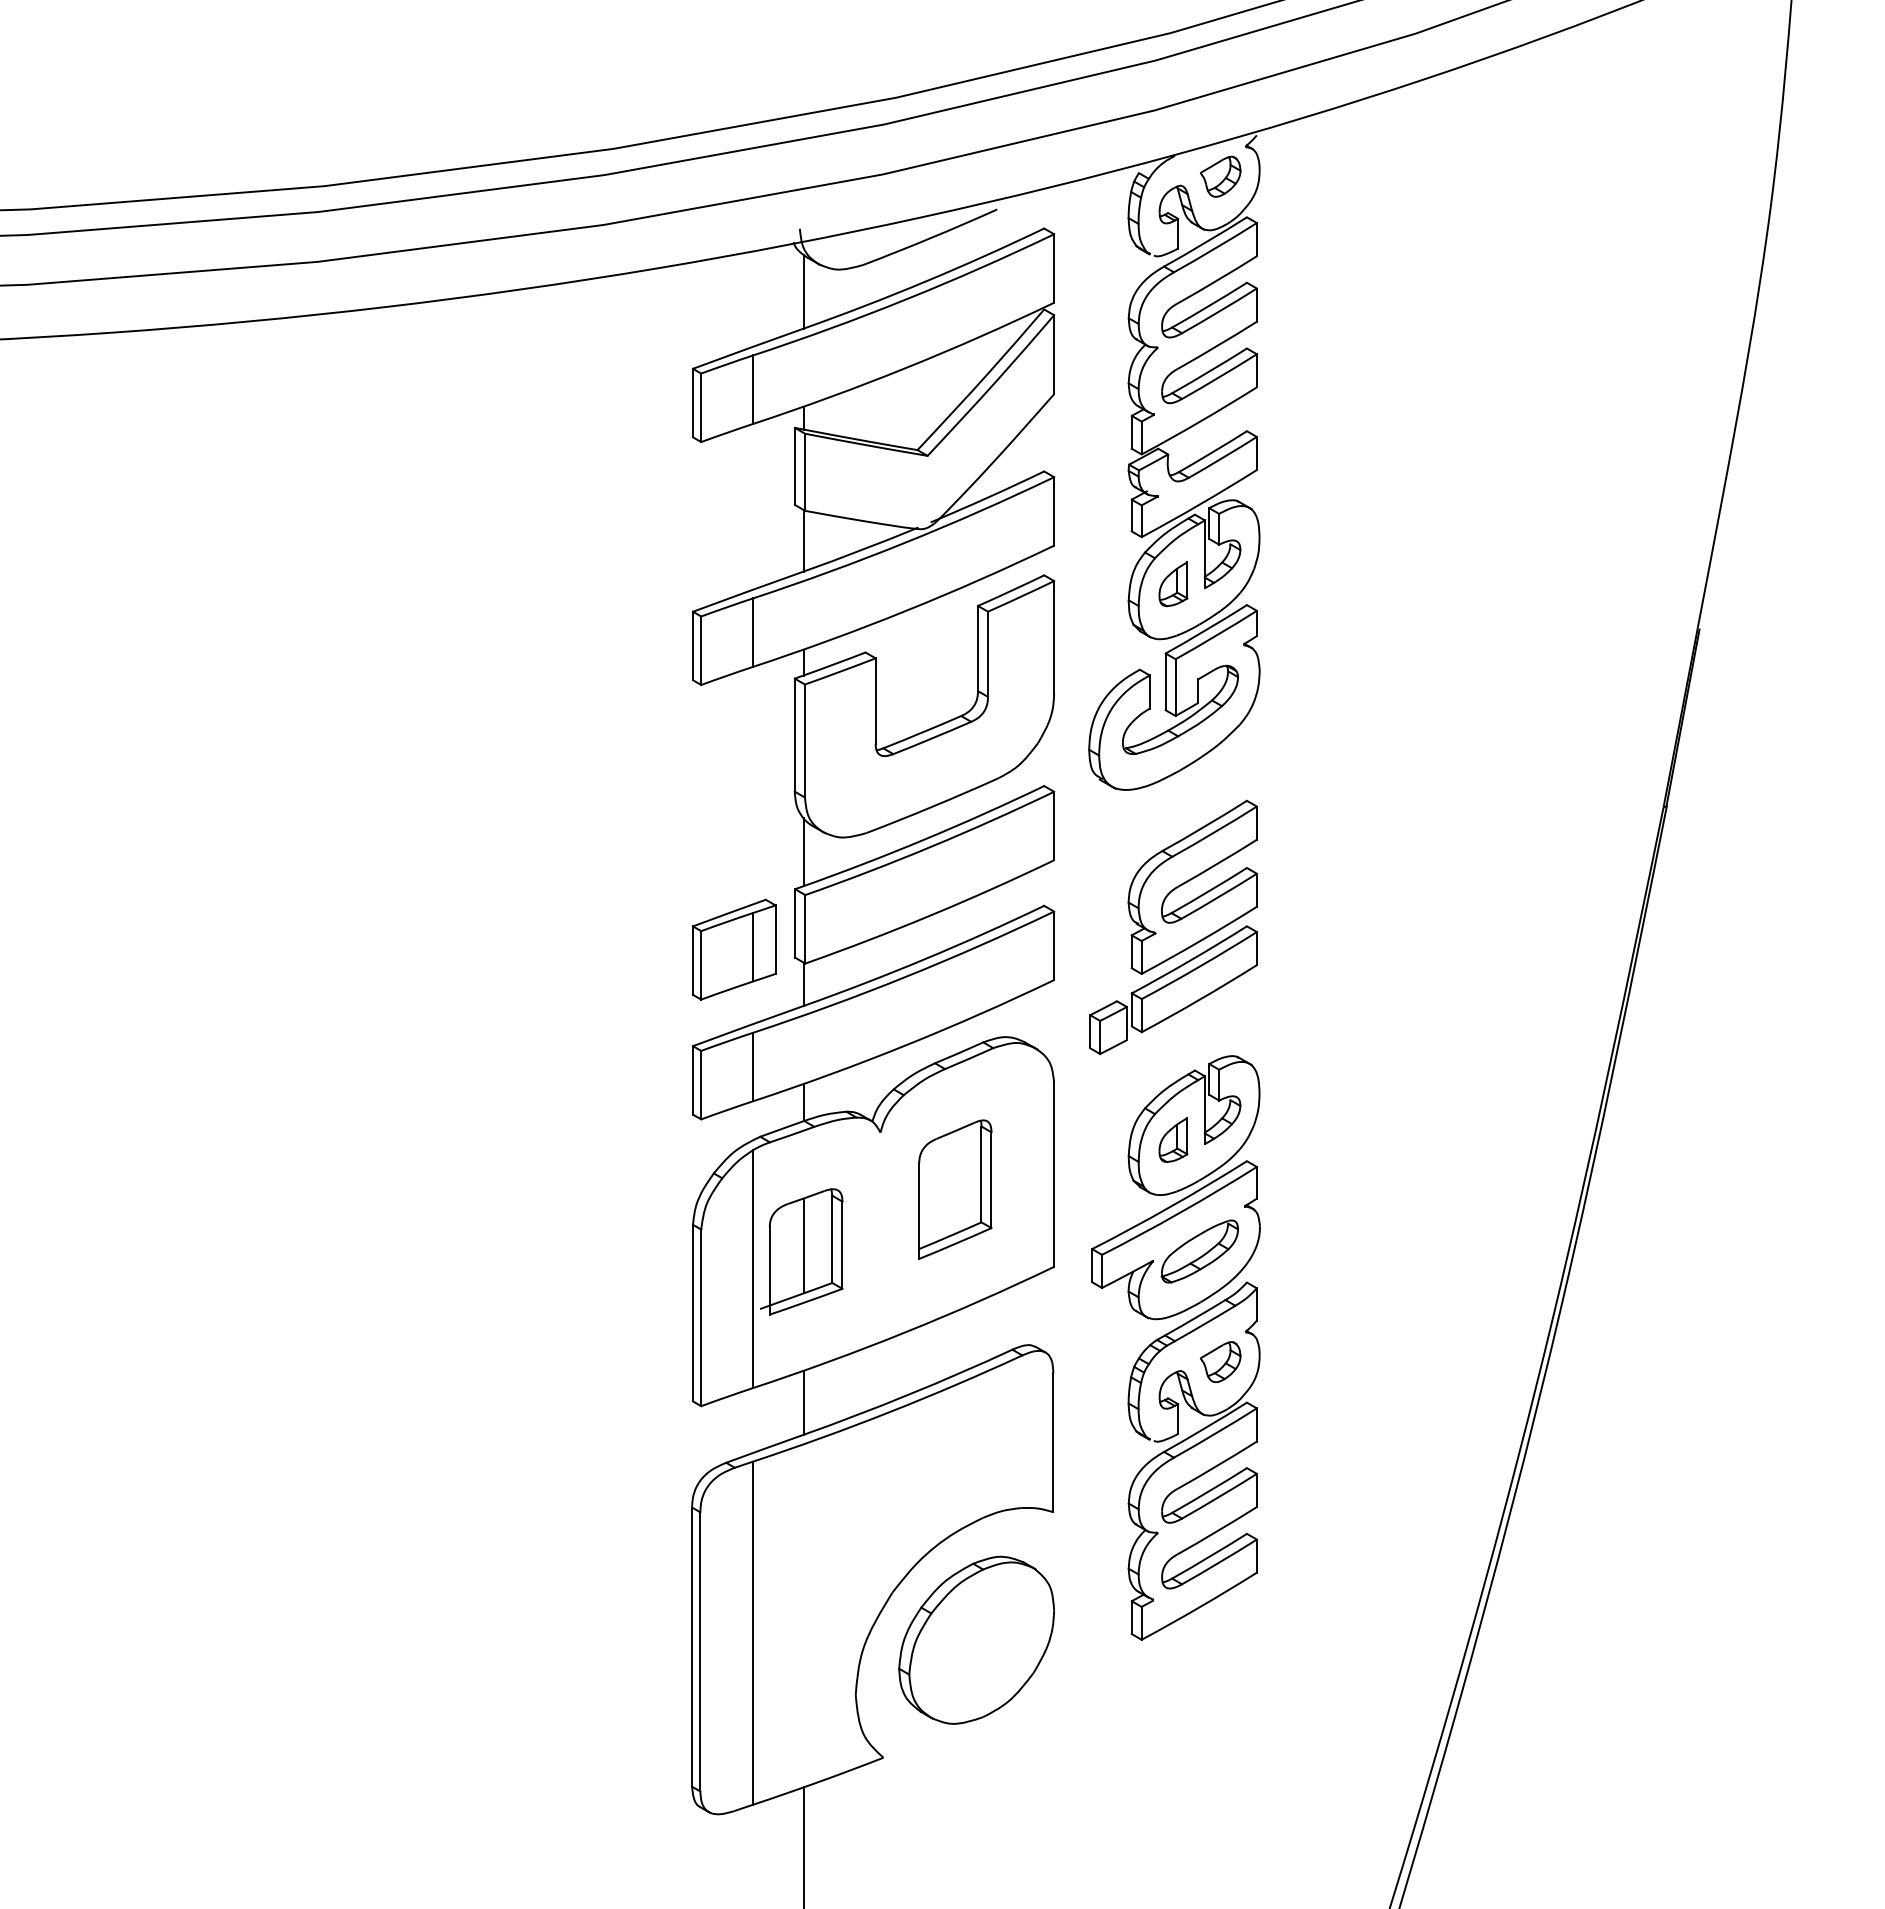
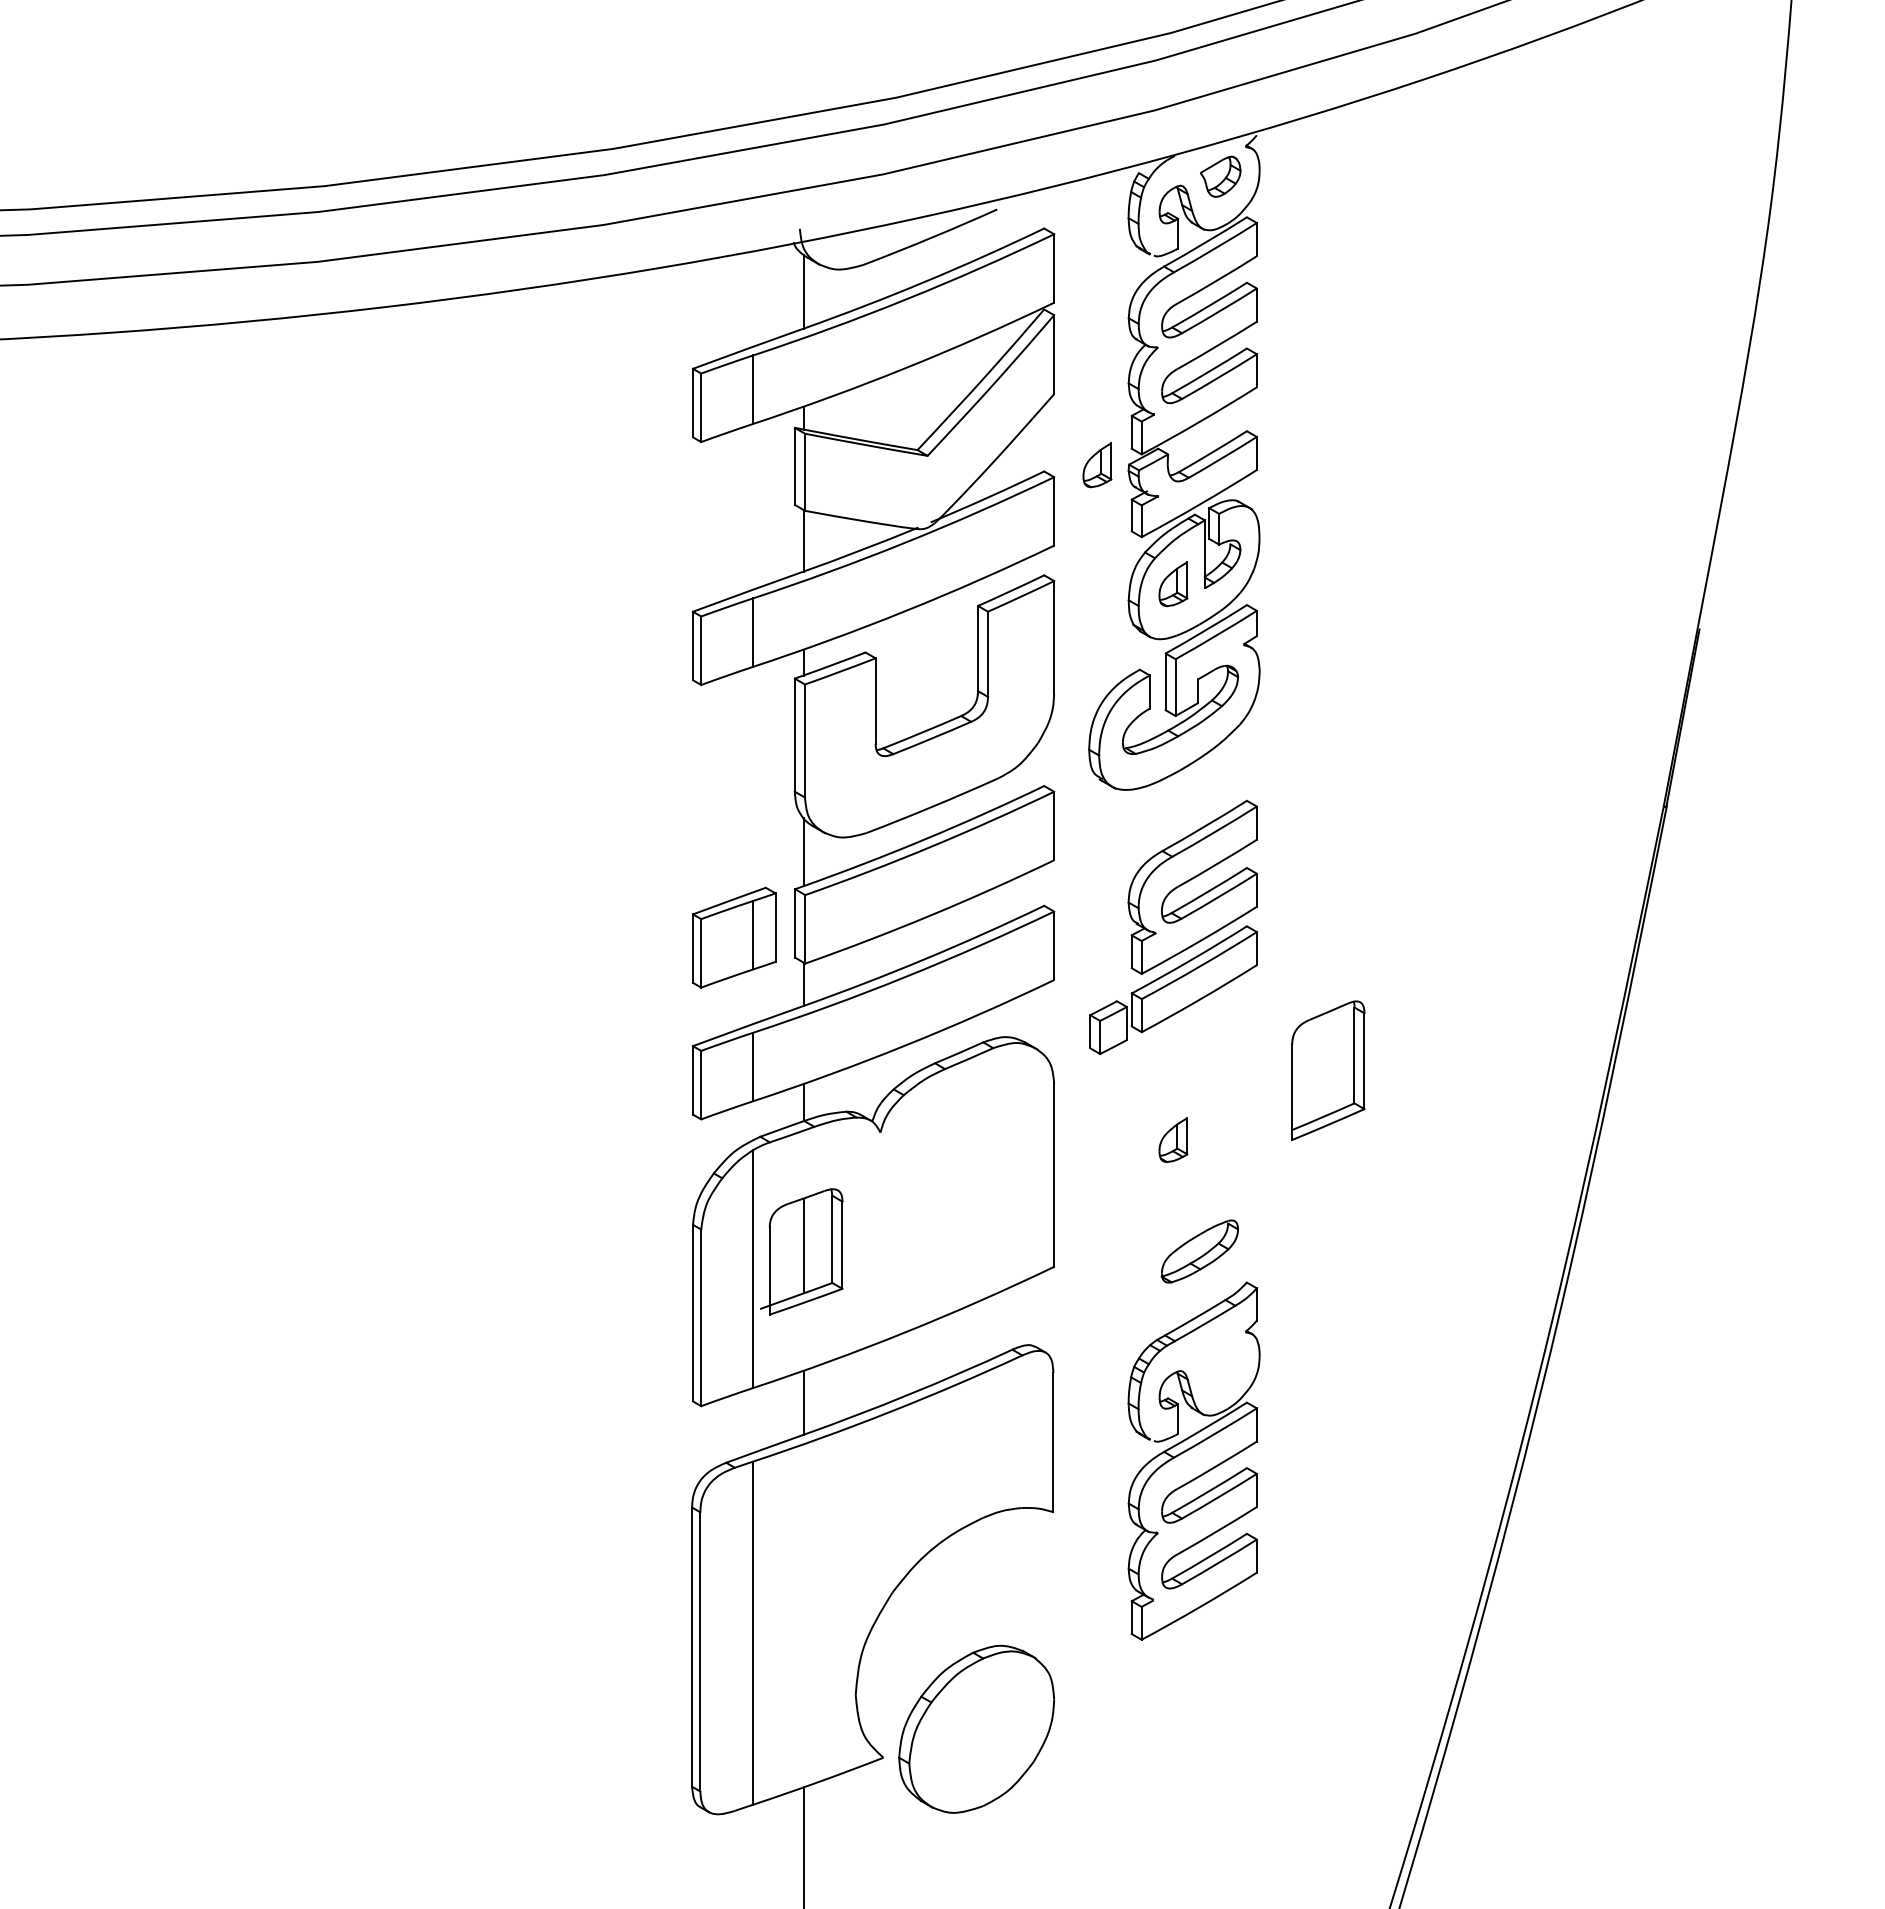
part at (1097, 465): none -> present
part at (734, 949) position: (734, 949) -> (734, 937)
part at (1175, 1187): present -> none
part at (955, 1189) position: (955, 1189) -> (1328, 1070)
part at (1220, 1362): present -> none
part at (976, 1639) position: (976, 1639) -> (976, 1728)
